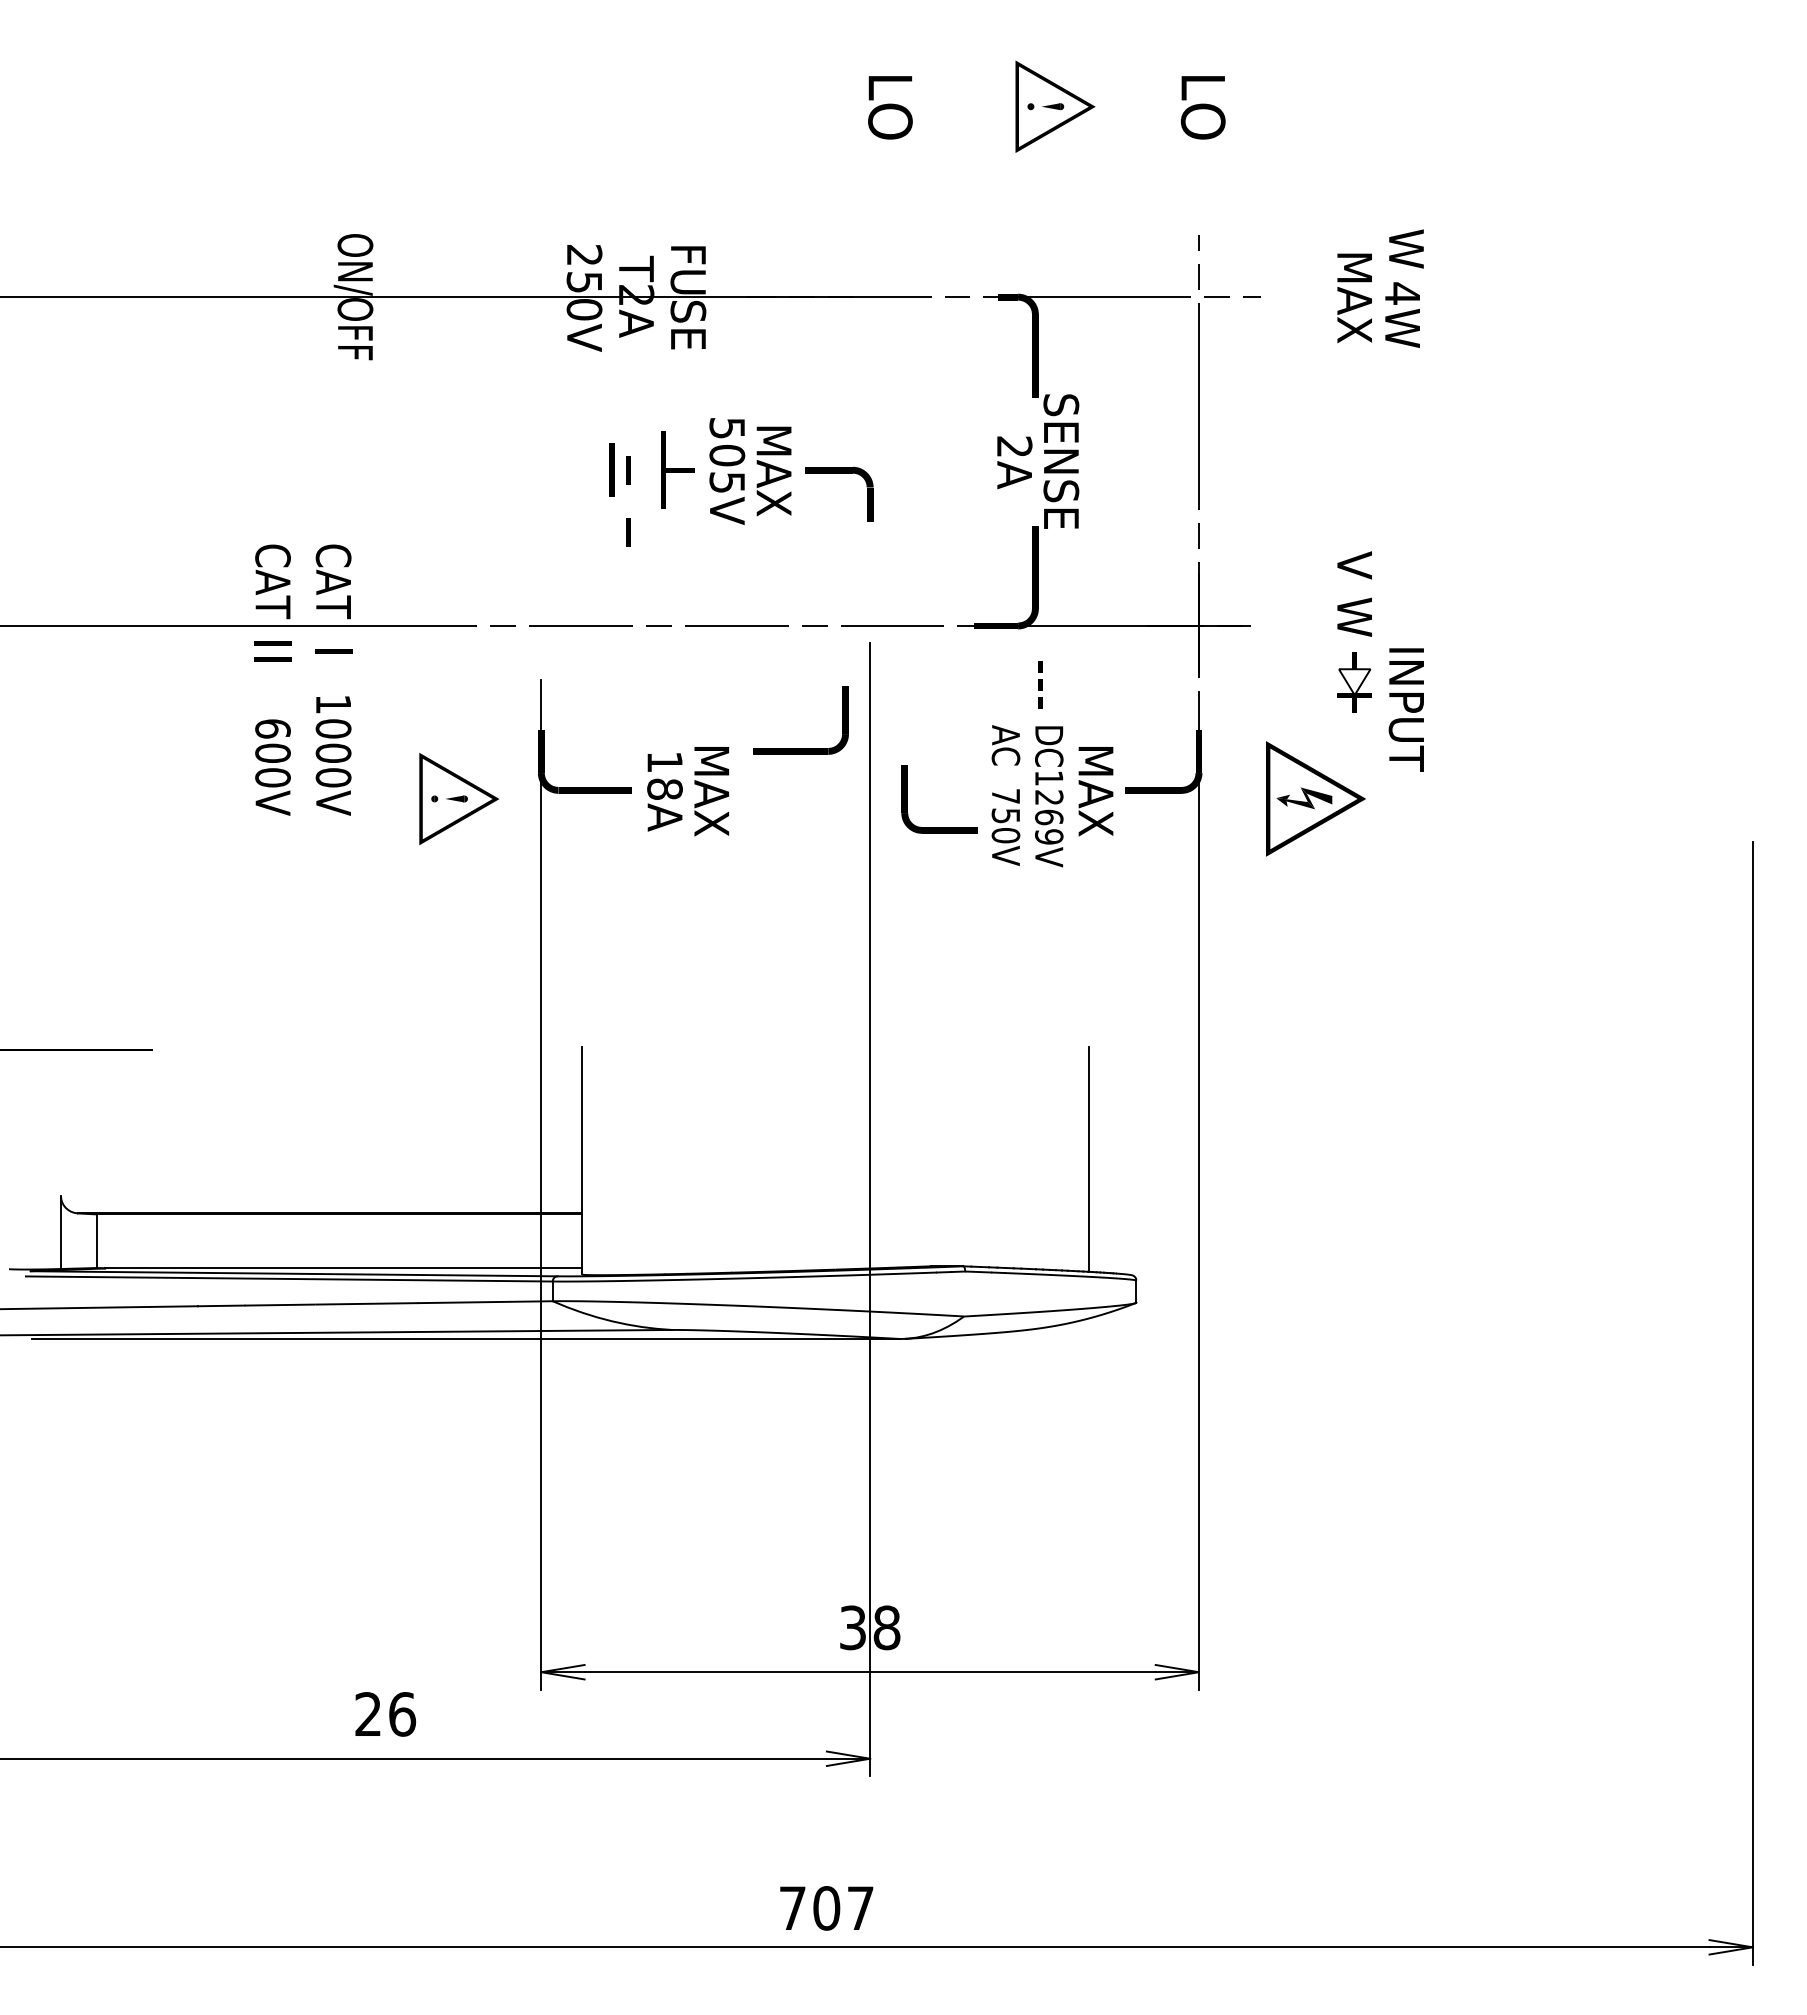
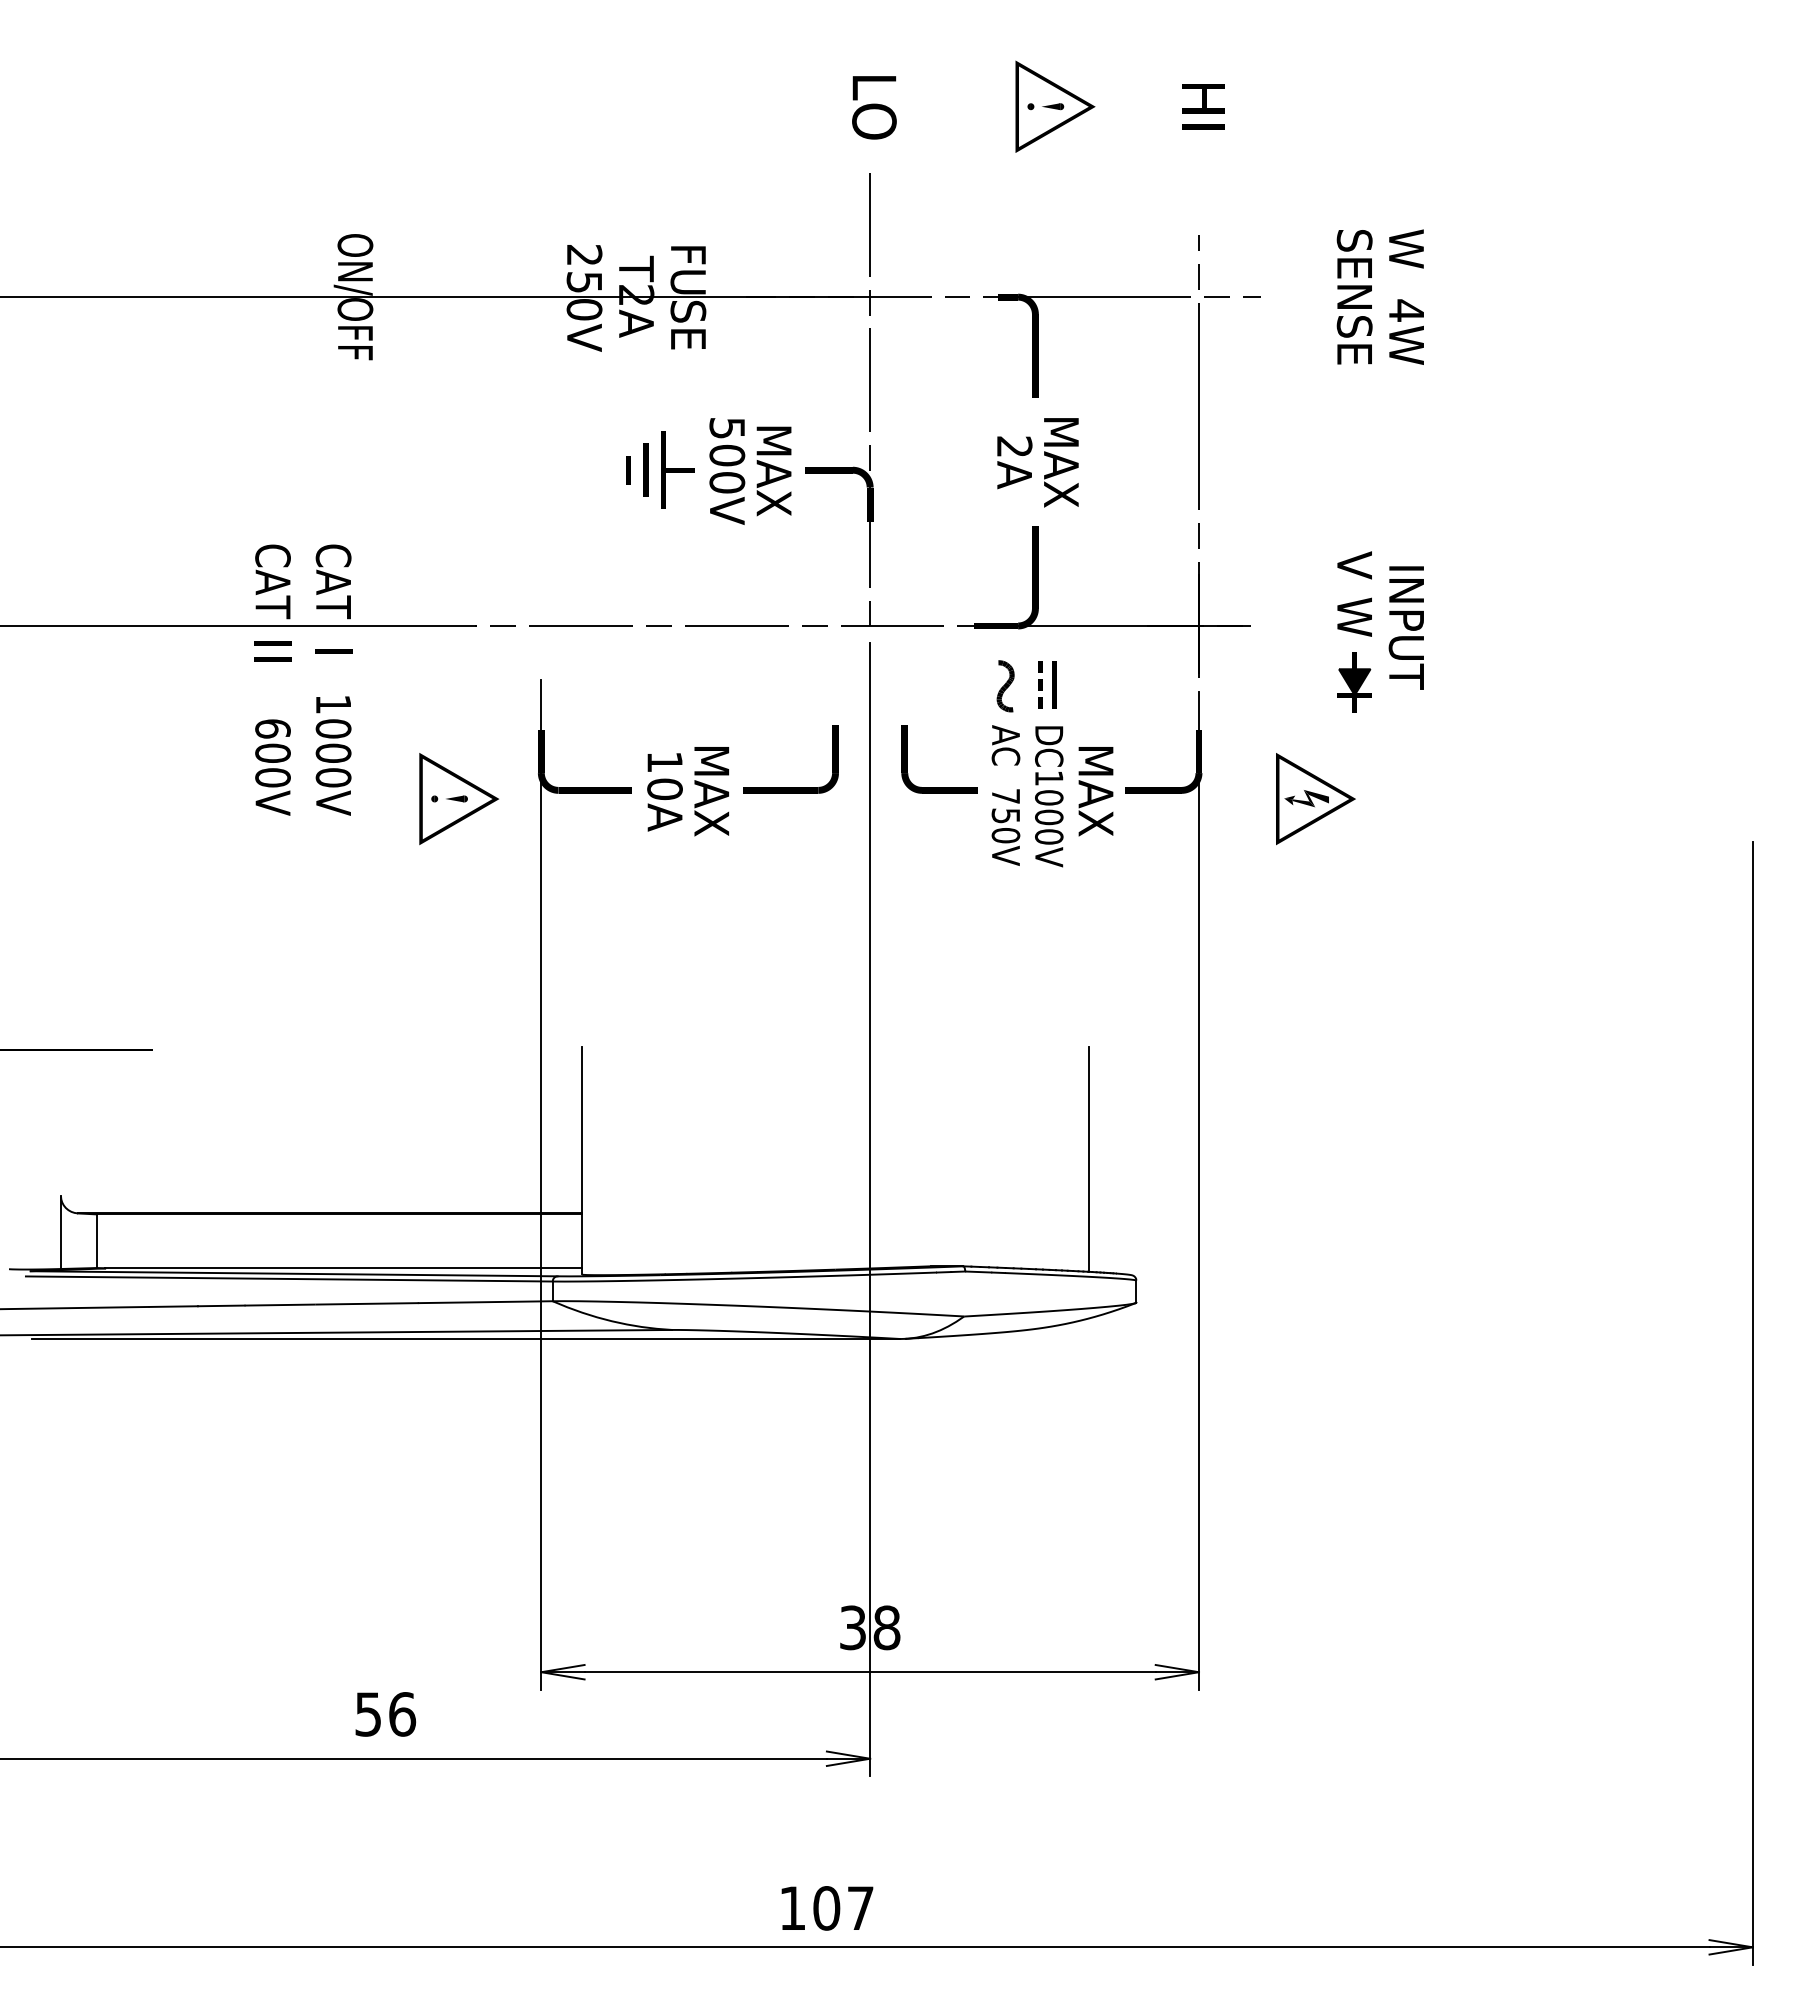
text at (890, 107) position: (890, 107) -> (874, 107)
text at (1202, 107): LO -> HI
text at (1354, 297): MAX -> SENSE
text at (1402, 314) position: (1402, 314) -> (1406, 331)
line at (870, 398): none -> present
text at (1061, 461): SENSE -> MAX
line at (611, 469) position: (611, 469) -> (645, 469)
text at (727, 482): 505V -> 500V
line at (628, 532): present -> none
fill at (1354, 682): none -> present
line at (1054, 684): none -> present
curve at (1005, 686): none -> present
text at (1405, 709) position: (1405, 709) -> (1405, 627)
curve at (800, 748) position: (800, 748) -> (790, 787)
text at (664, 789): 18A -> 10A
part at (1315, 798) size: 100x116 px -> 80x93 px
text at (1049, 817): DC1269V -> DC1000V
curve at (939, 827) position: (939, 827) -> (939, 787)
text at (367, 1714): 26 -> 56
text at (792, 1907): 707 -> 107
